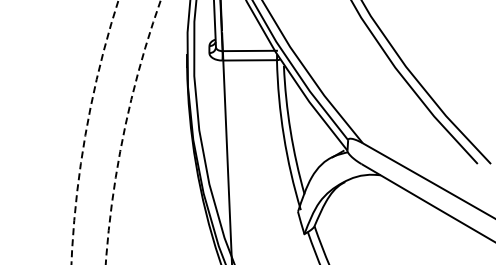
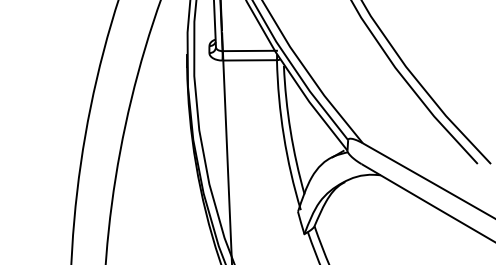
arc at (124, 130): dashed -> solid
arc at (86, 131): dashed -> solid
